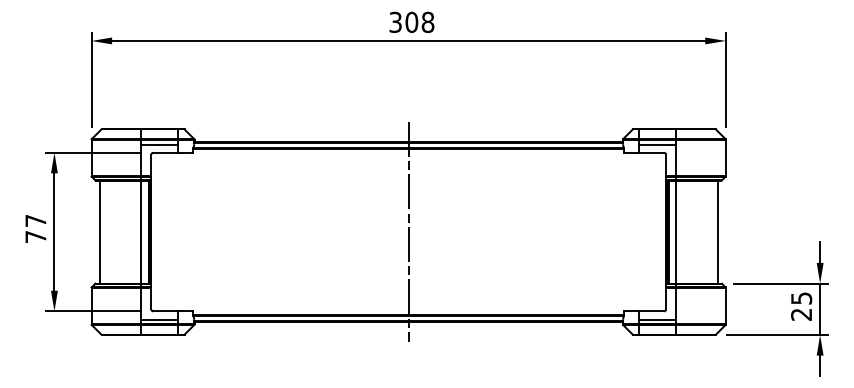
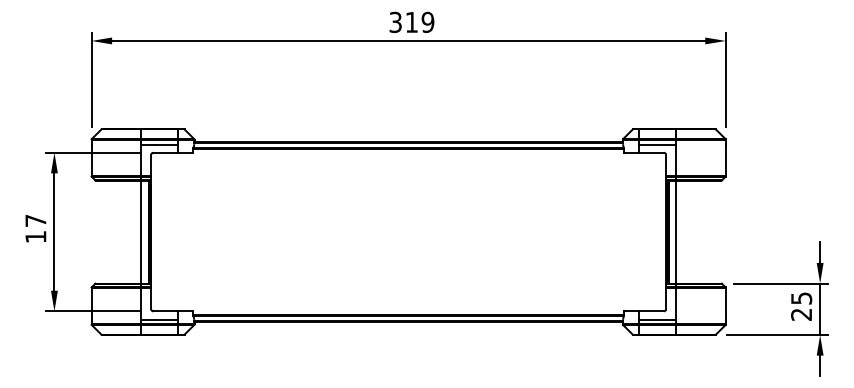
text at (419, 21): 308 -> 319
line at (99, 231): present -> none
line at (408, 231): present -> none
line at (717, 231): present -> none
text at (35, 236): 77 -> 17
